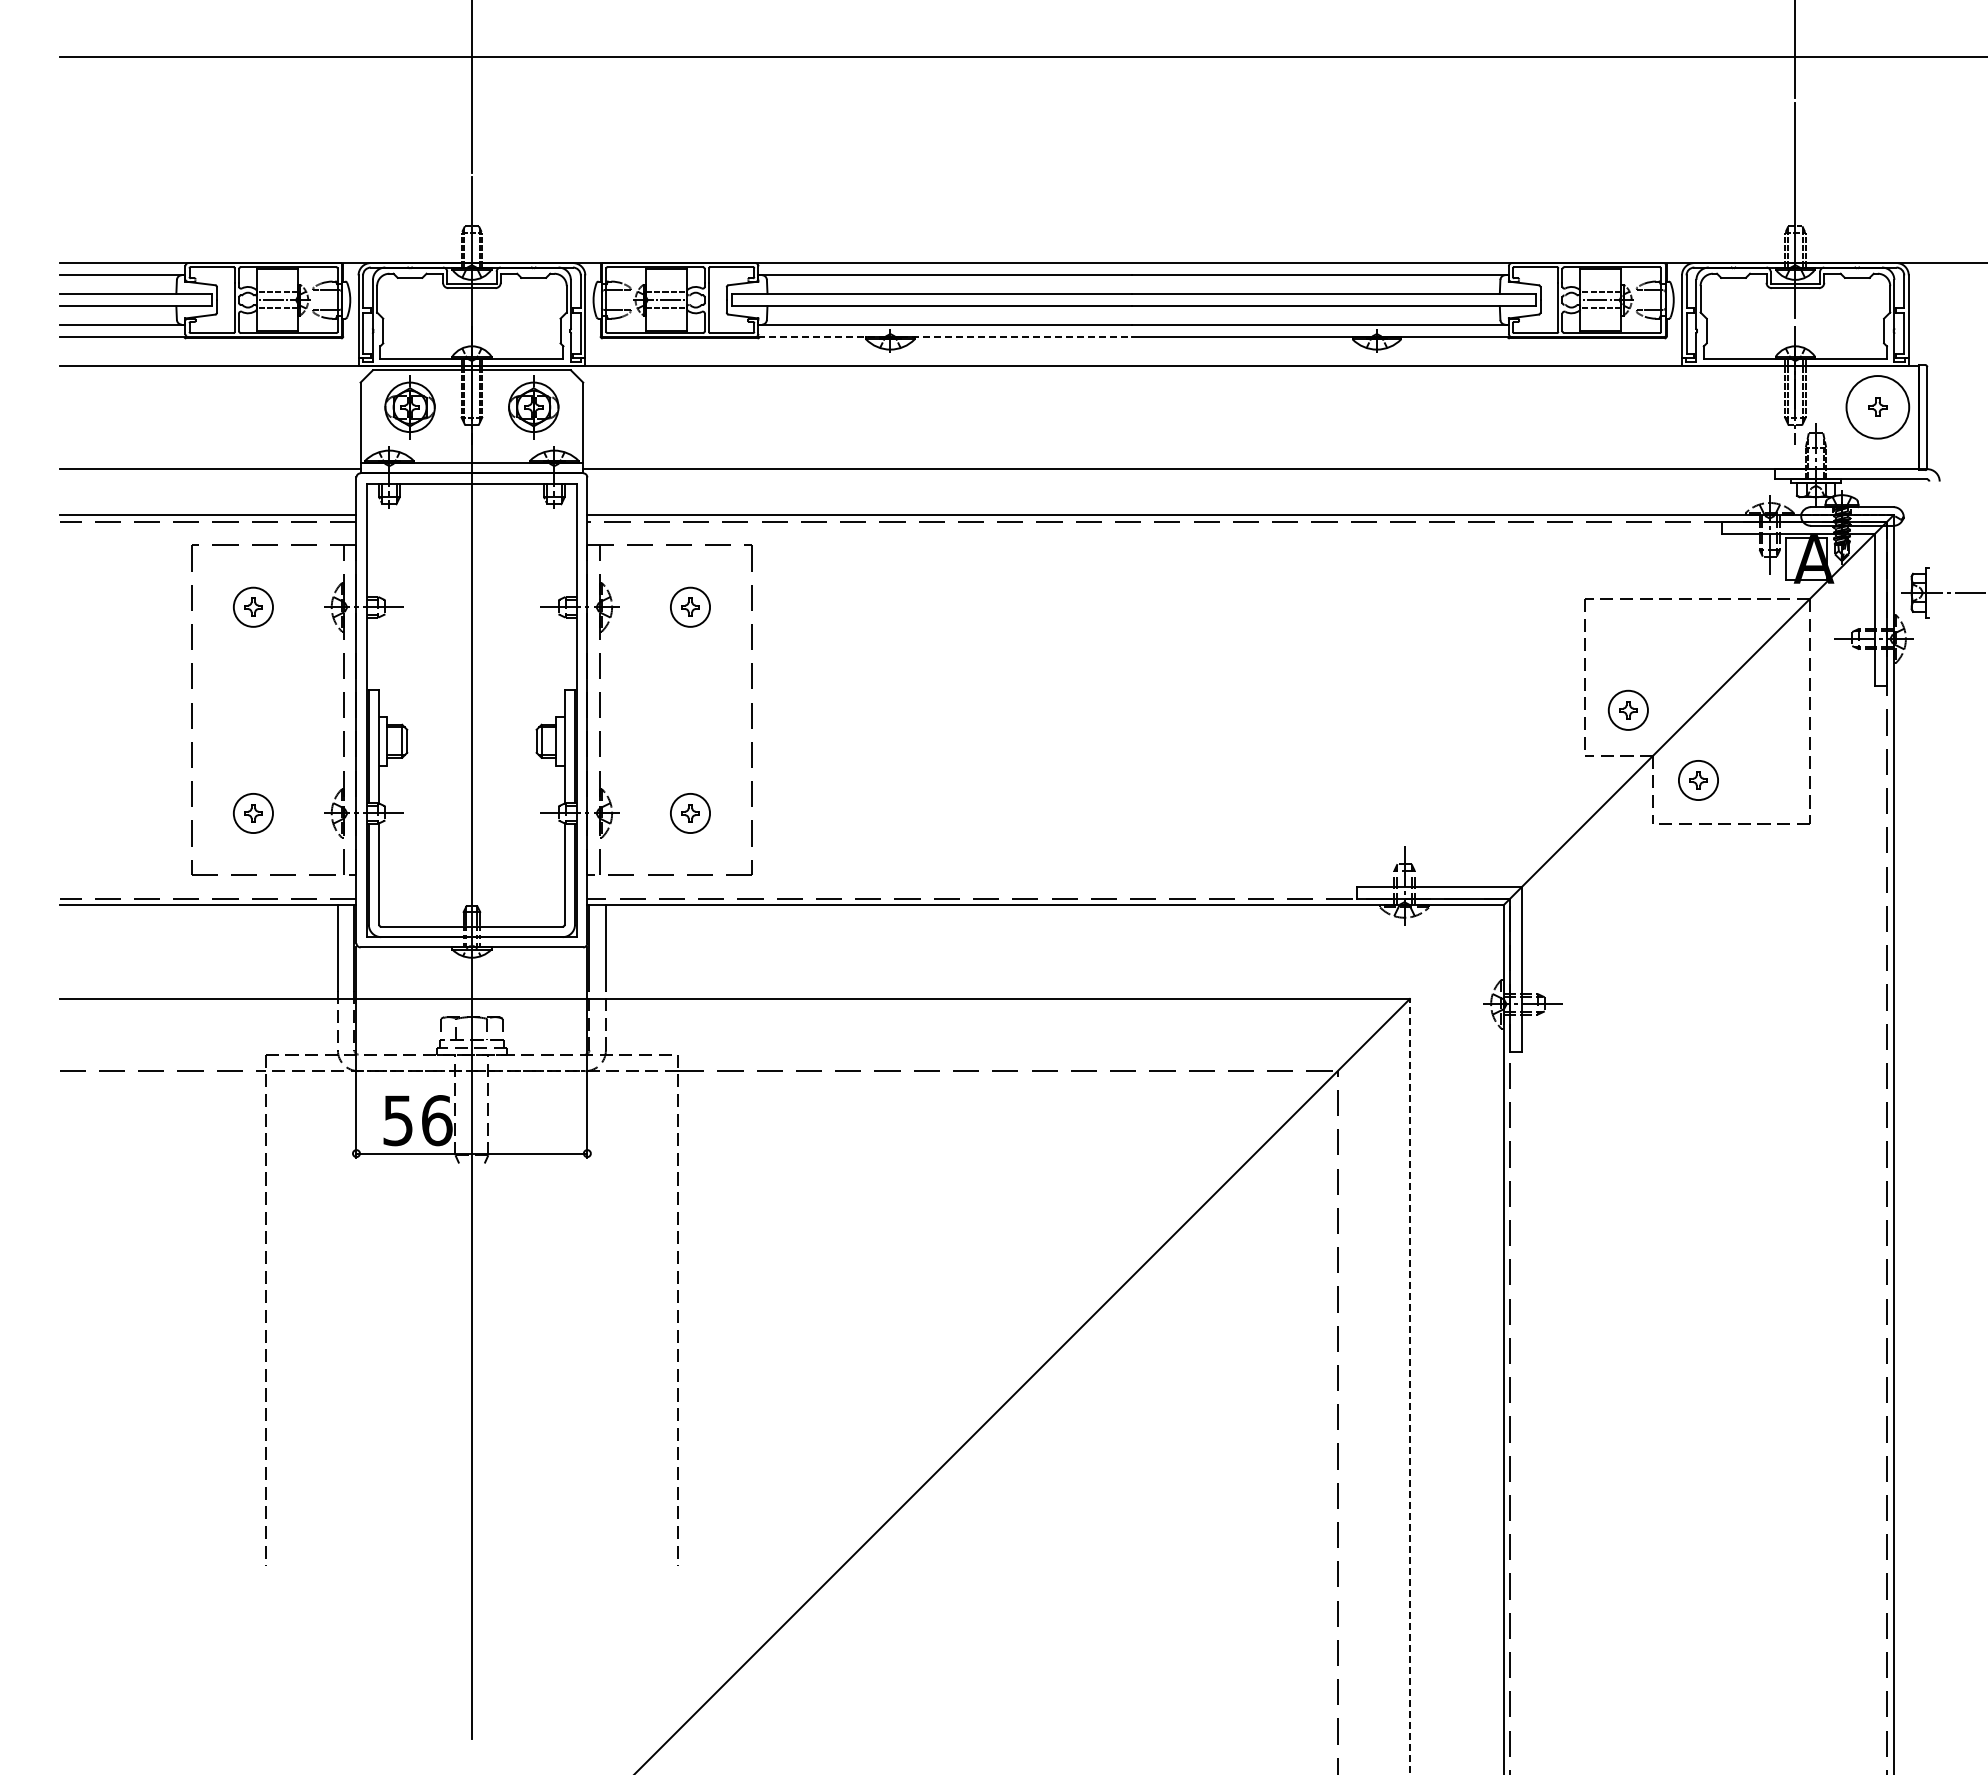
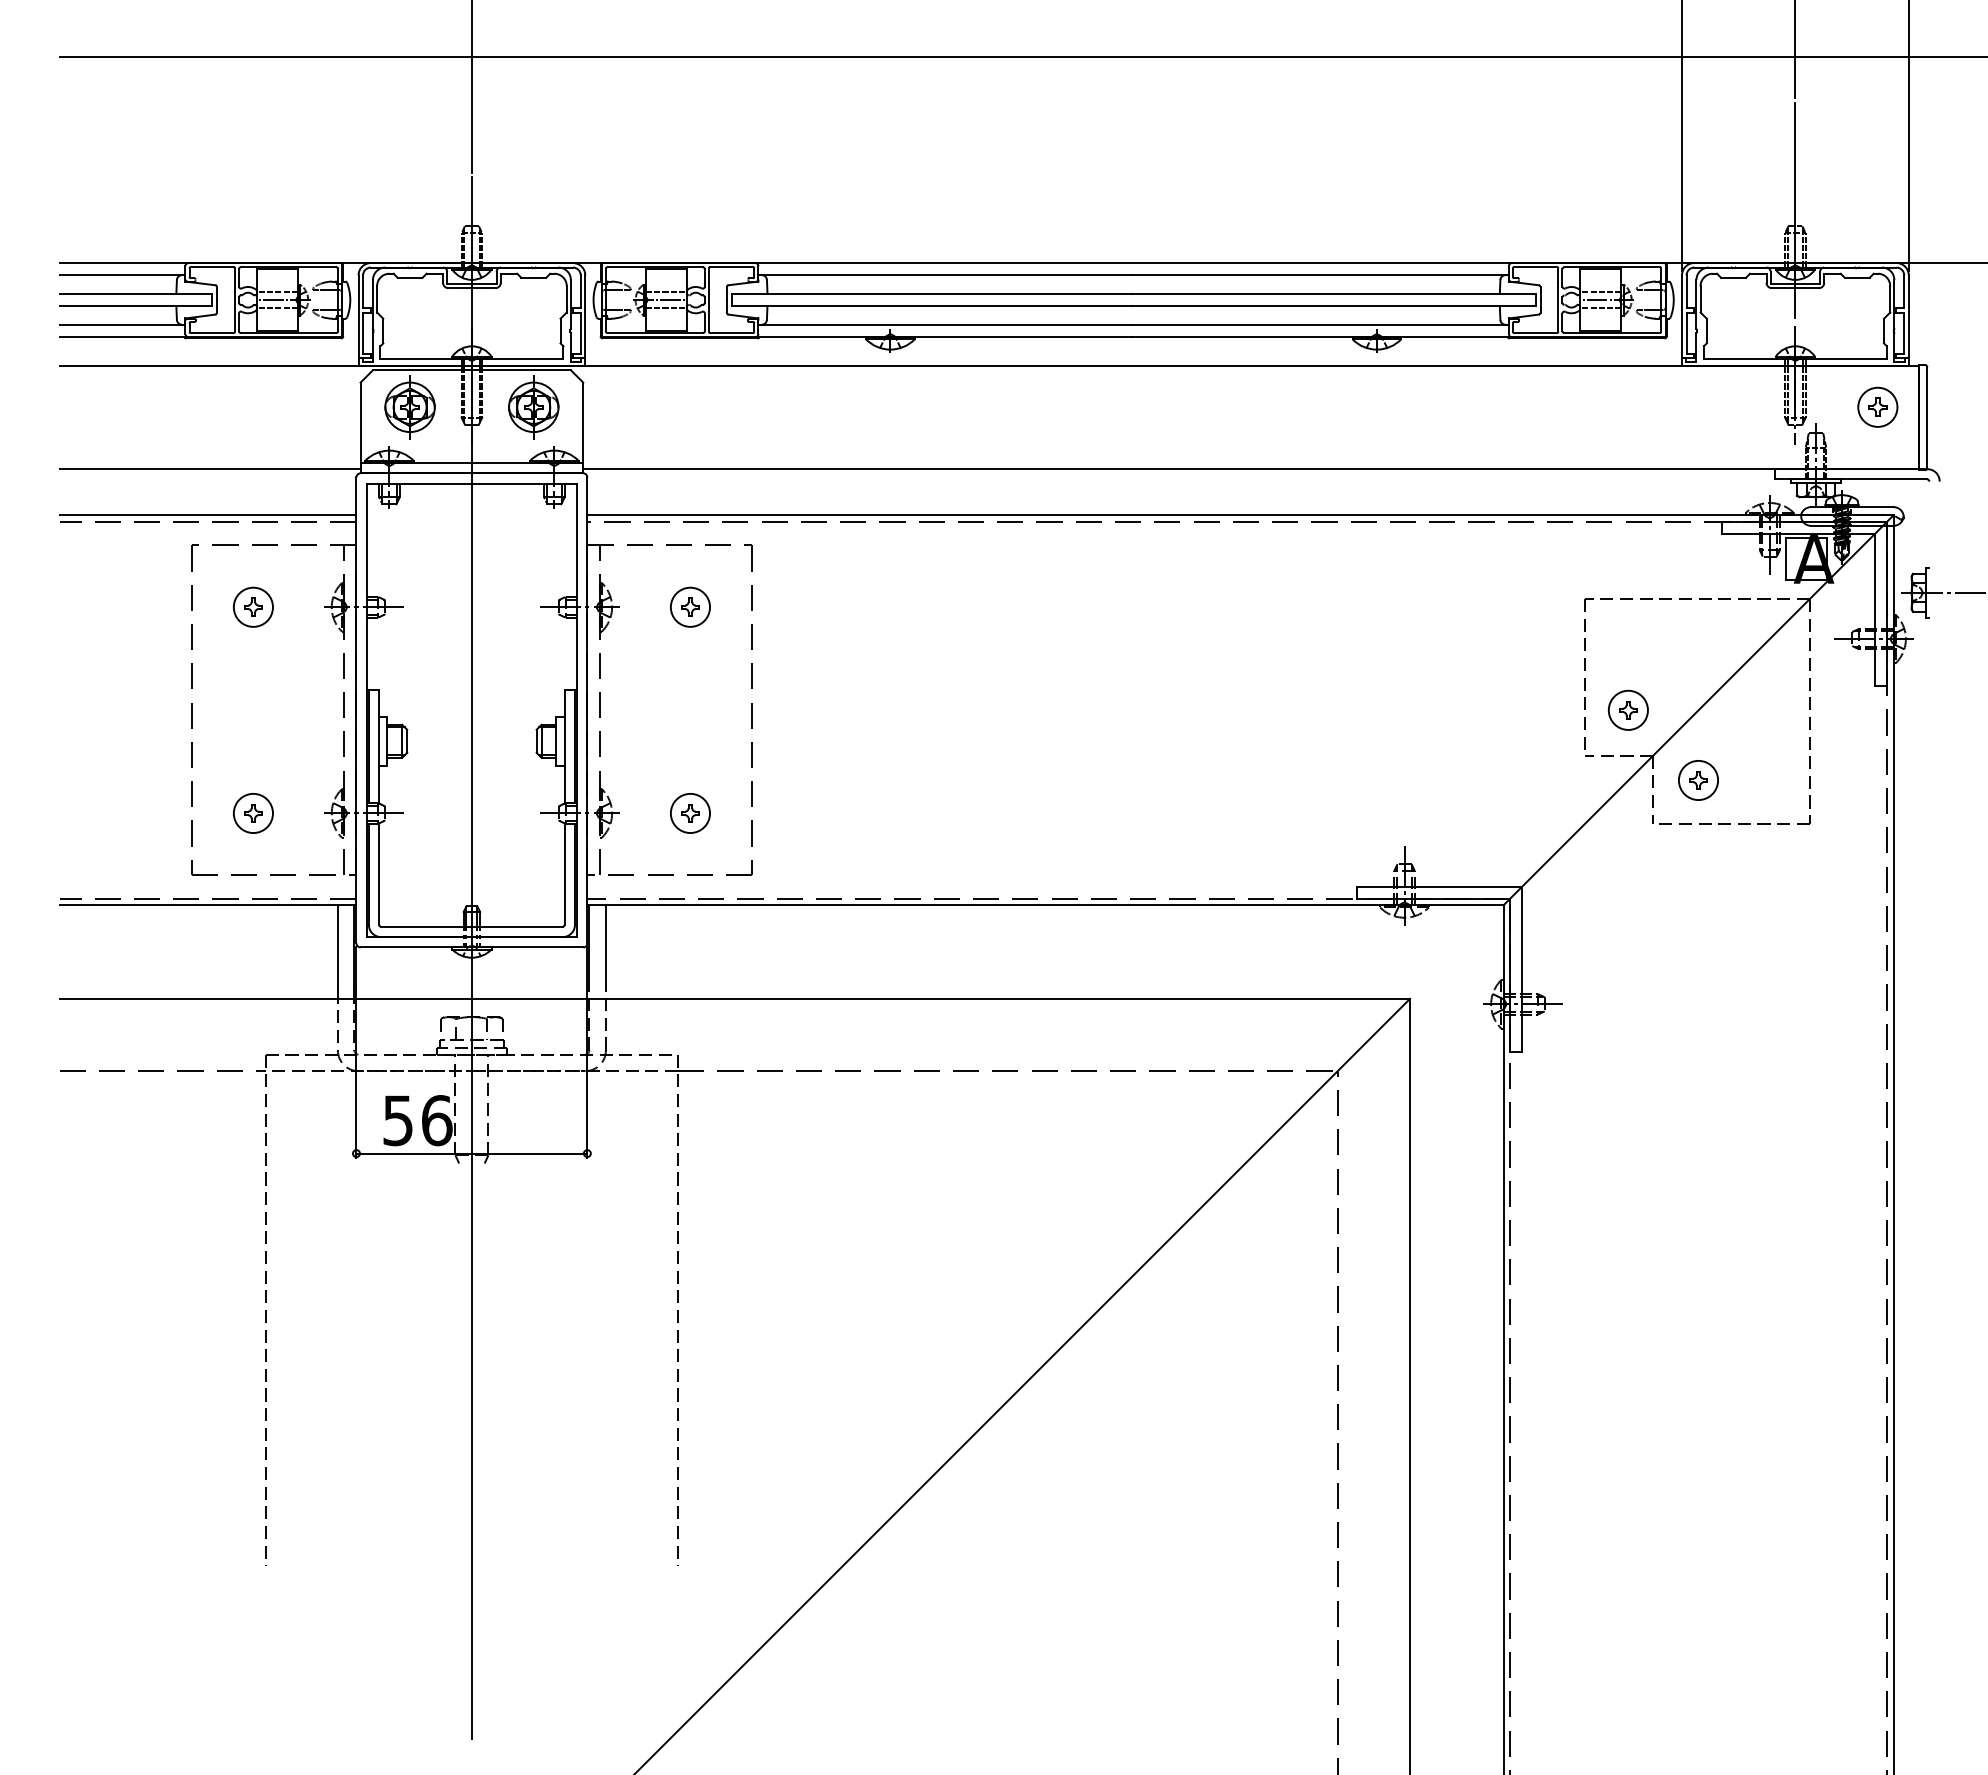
line at (1682, 136): none -> present
line at (1908, 136): none -> present
line at (945, 337): dashed -> solid
circle at (1877, 407) diameter: 63 px -> 39 px
line at (1409, 1386): dashed -> solid
